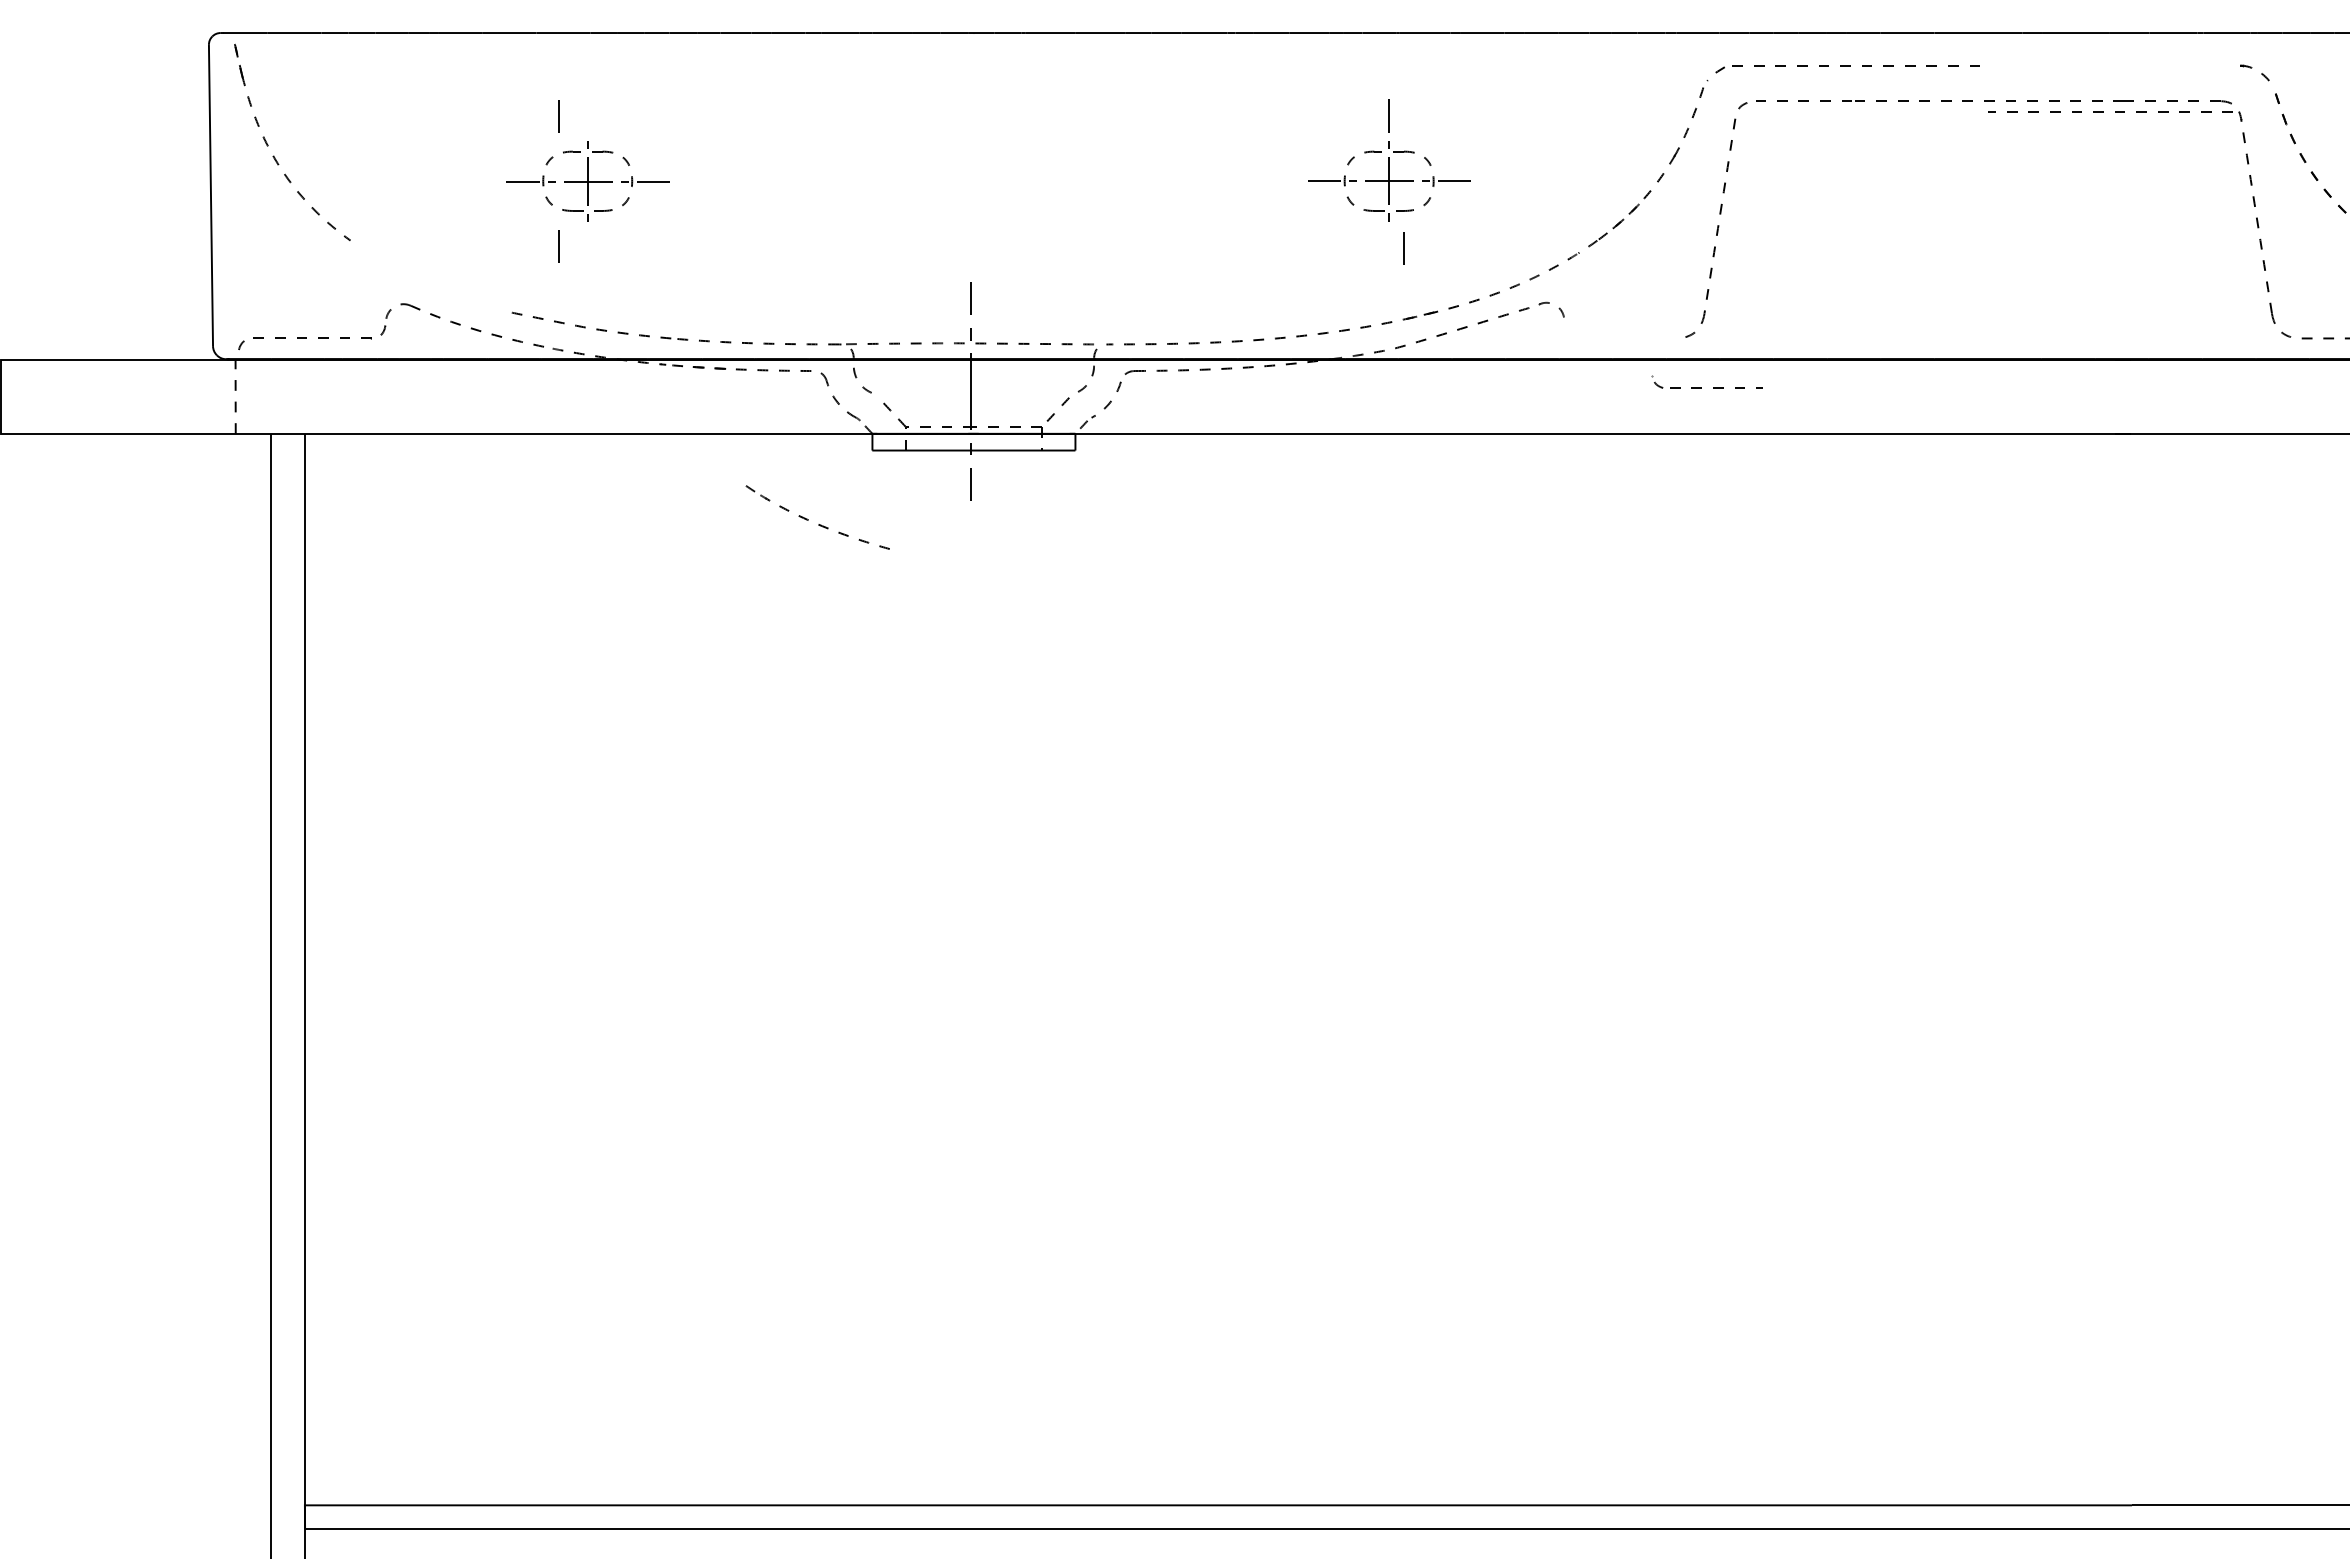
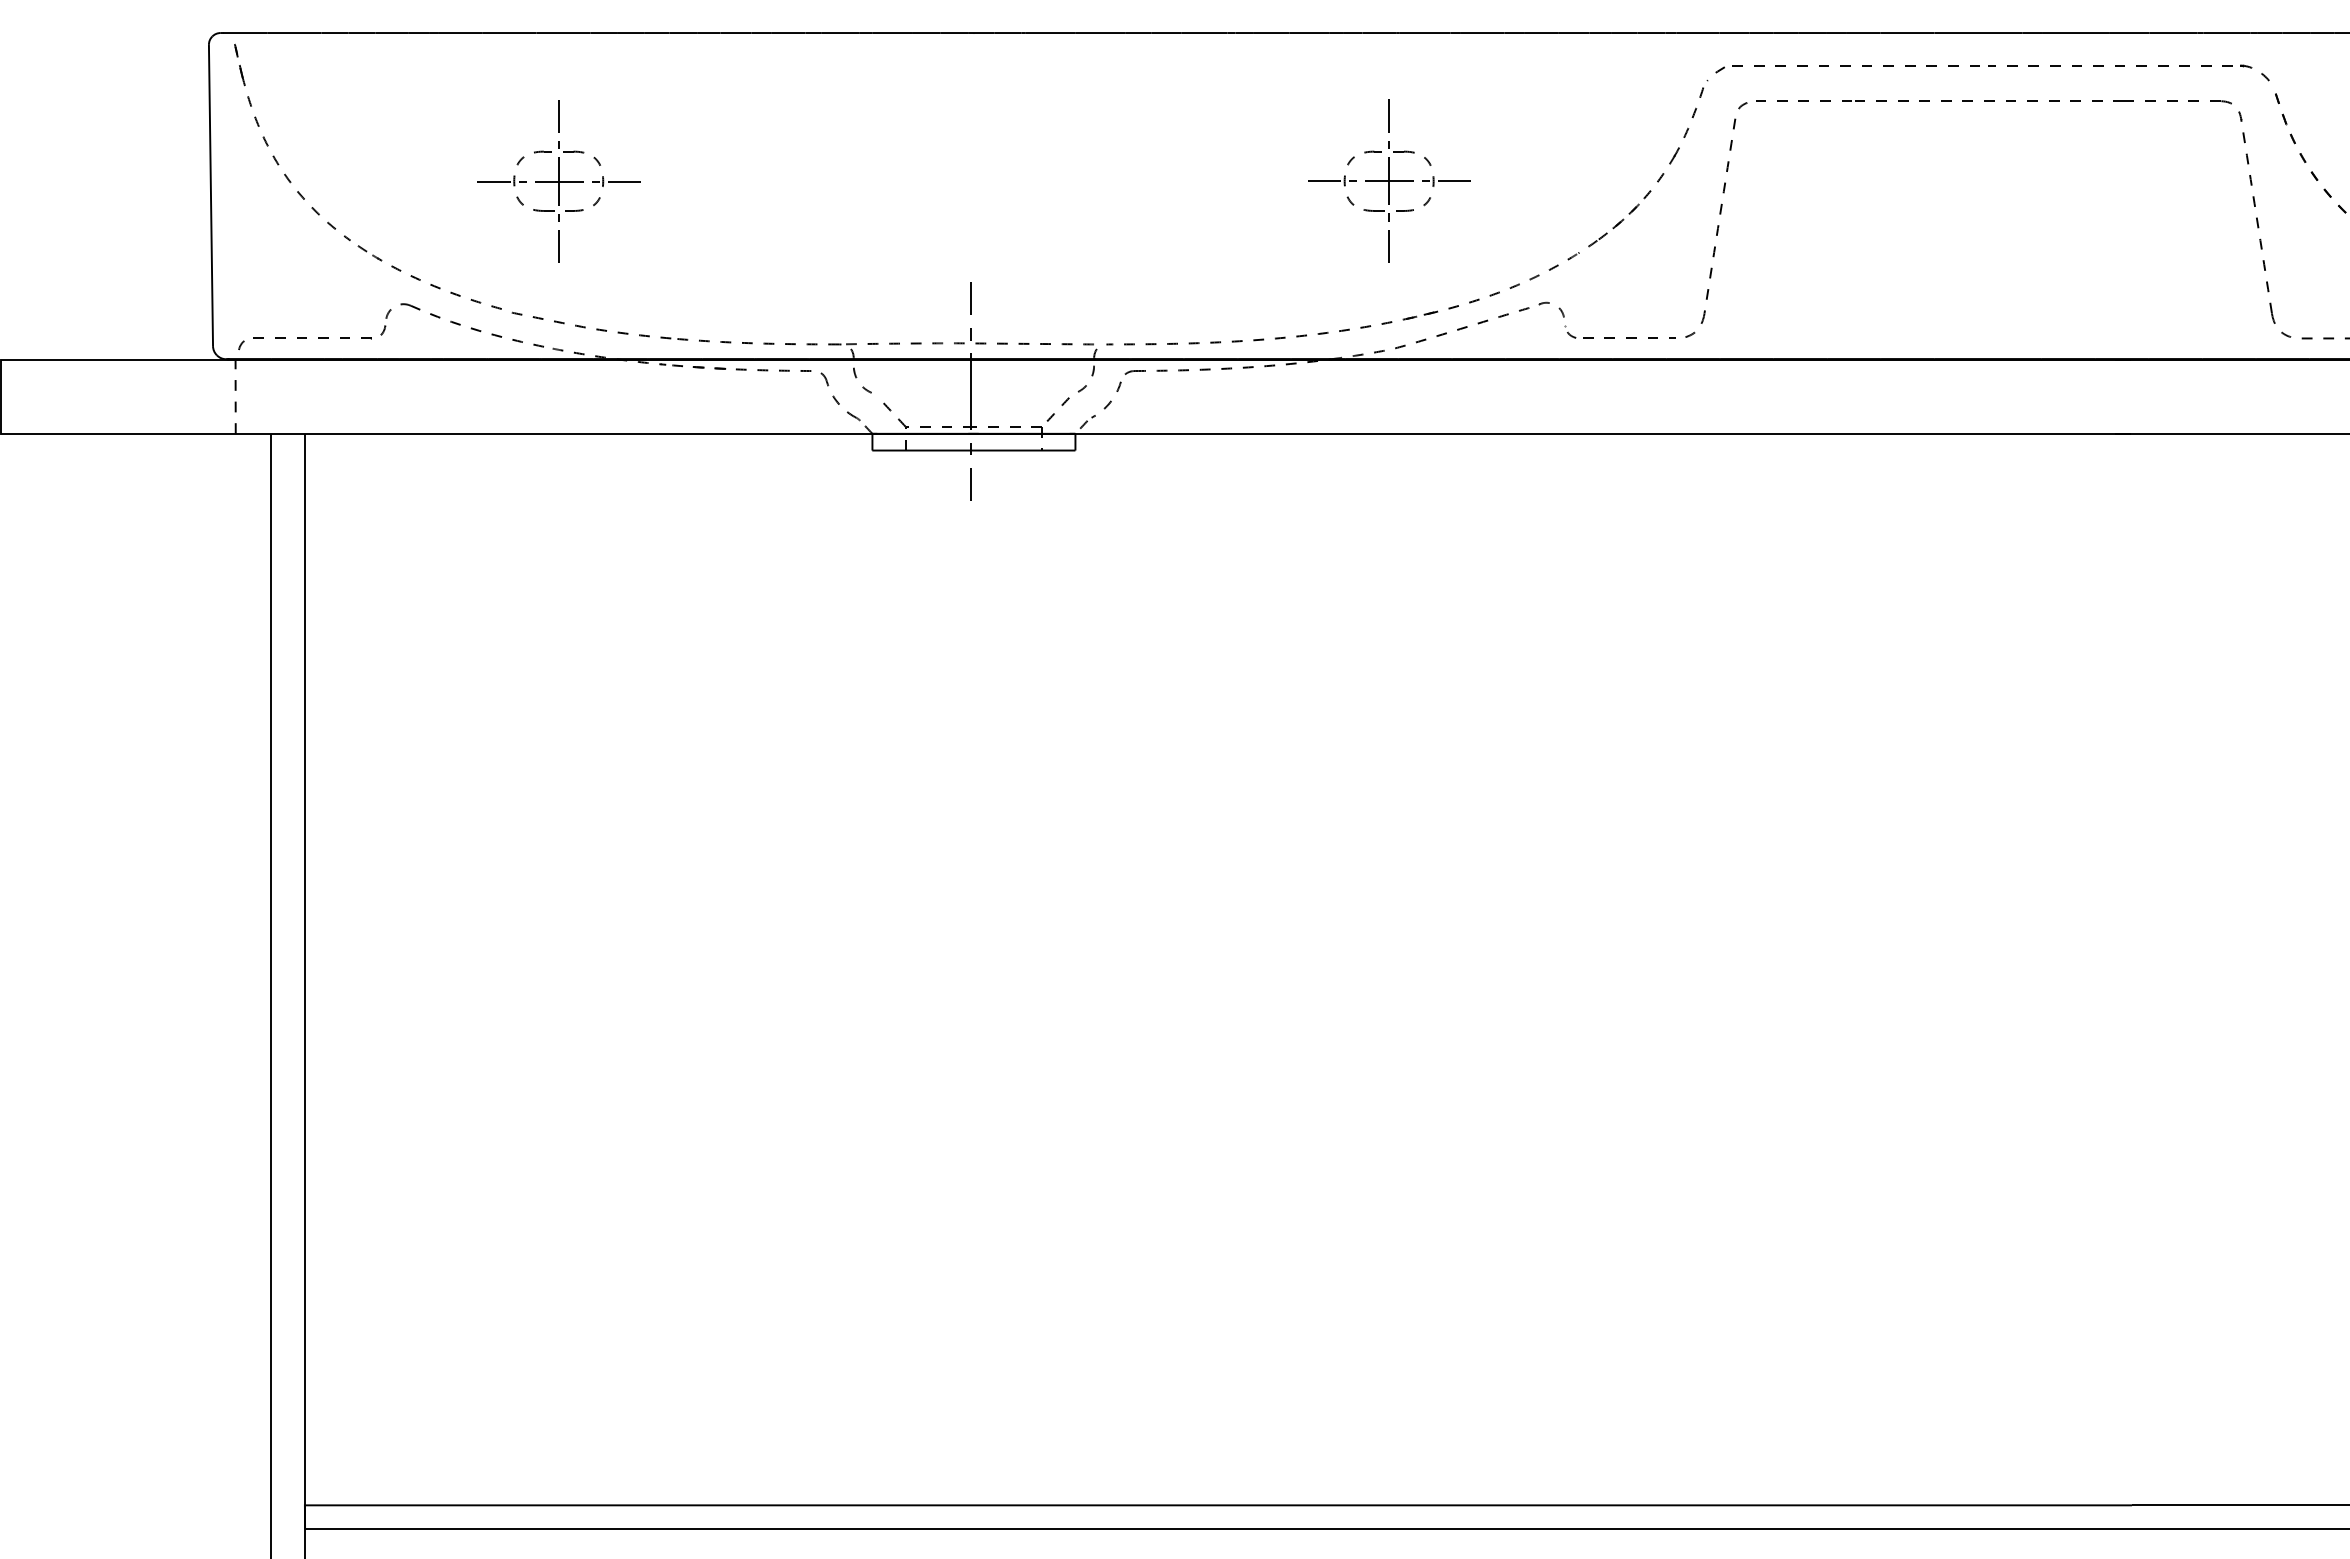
part at (2110, 111) position: (2110, 111) -> (2110, 65)
part at (587, 181) position: (587, 181) -> (558, 181)
line at (1403, 248) position: (1403, 248) -> (1388, 246)
part at (1701, 387) position: (1701, 387) -> (1614, 337)
part at (818, 524) position: (818, 524) -> (430, 284)
